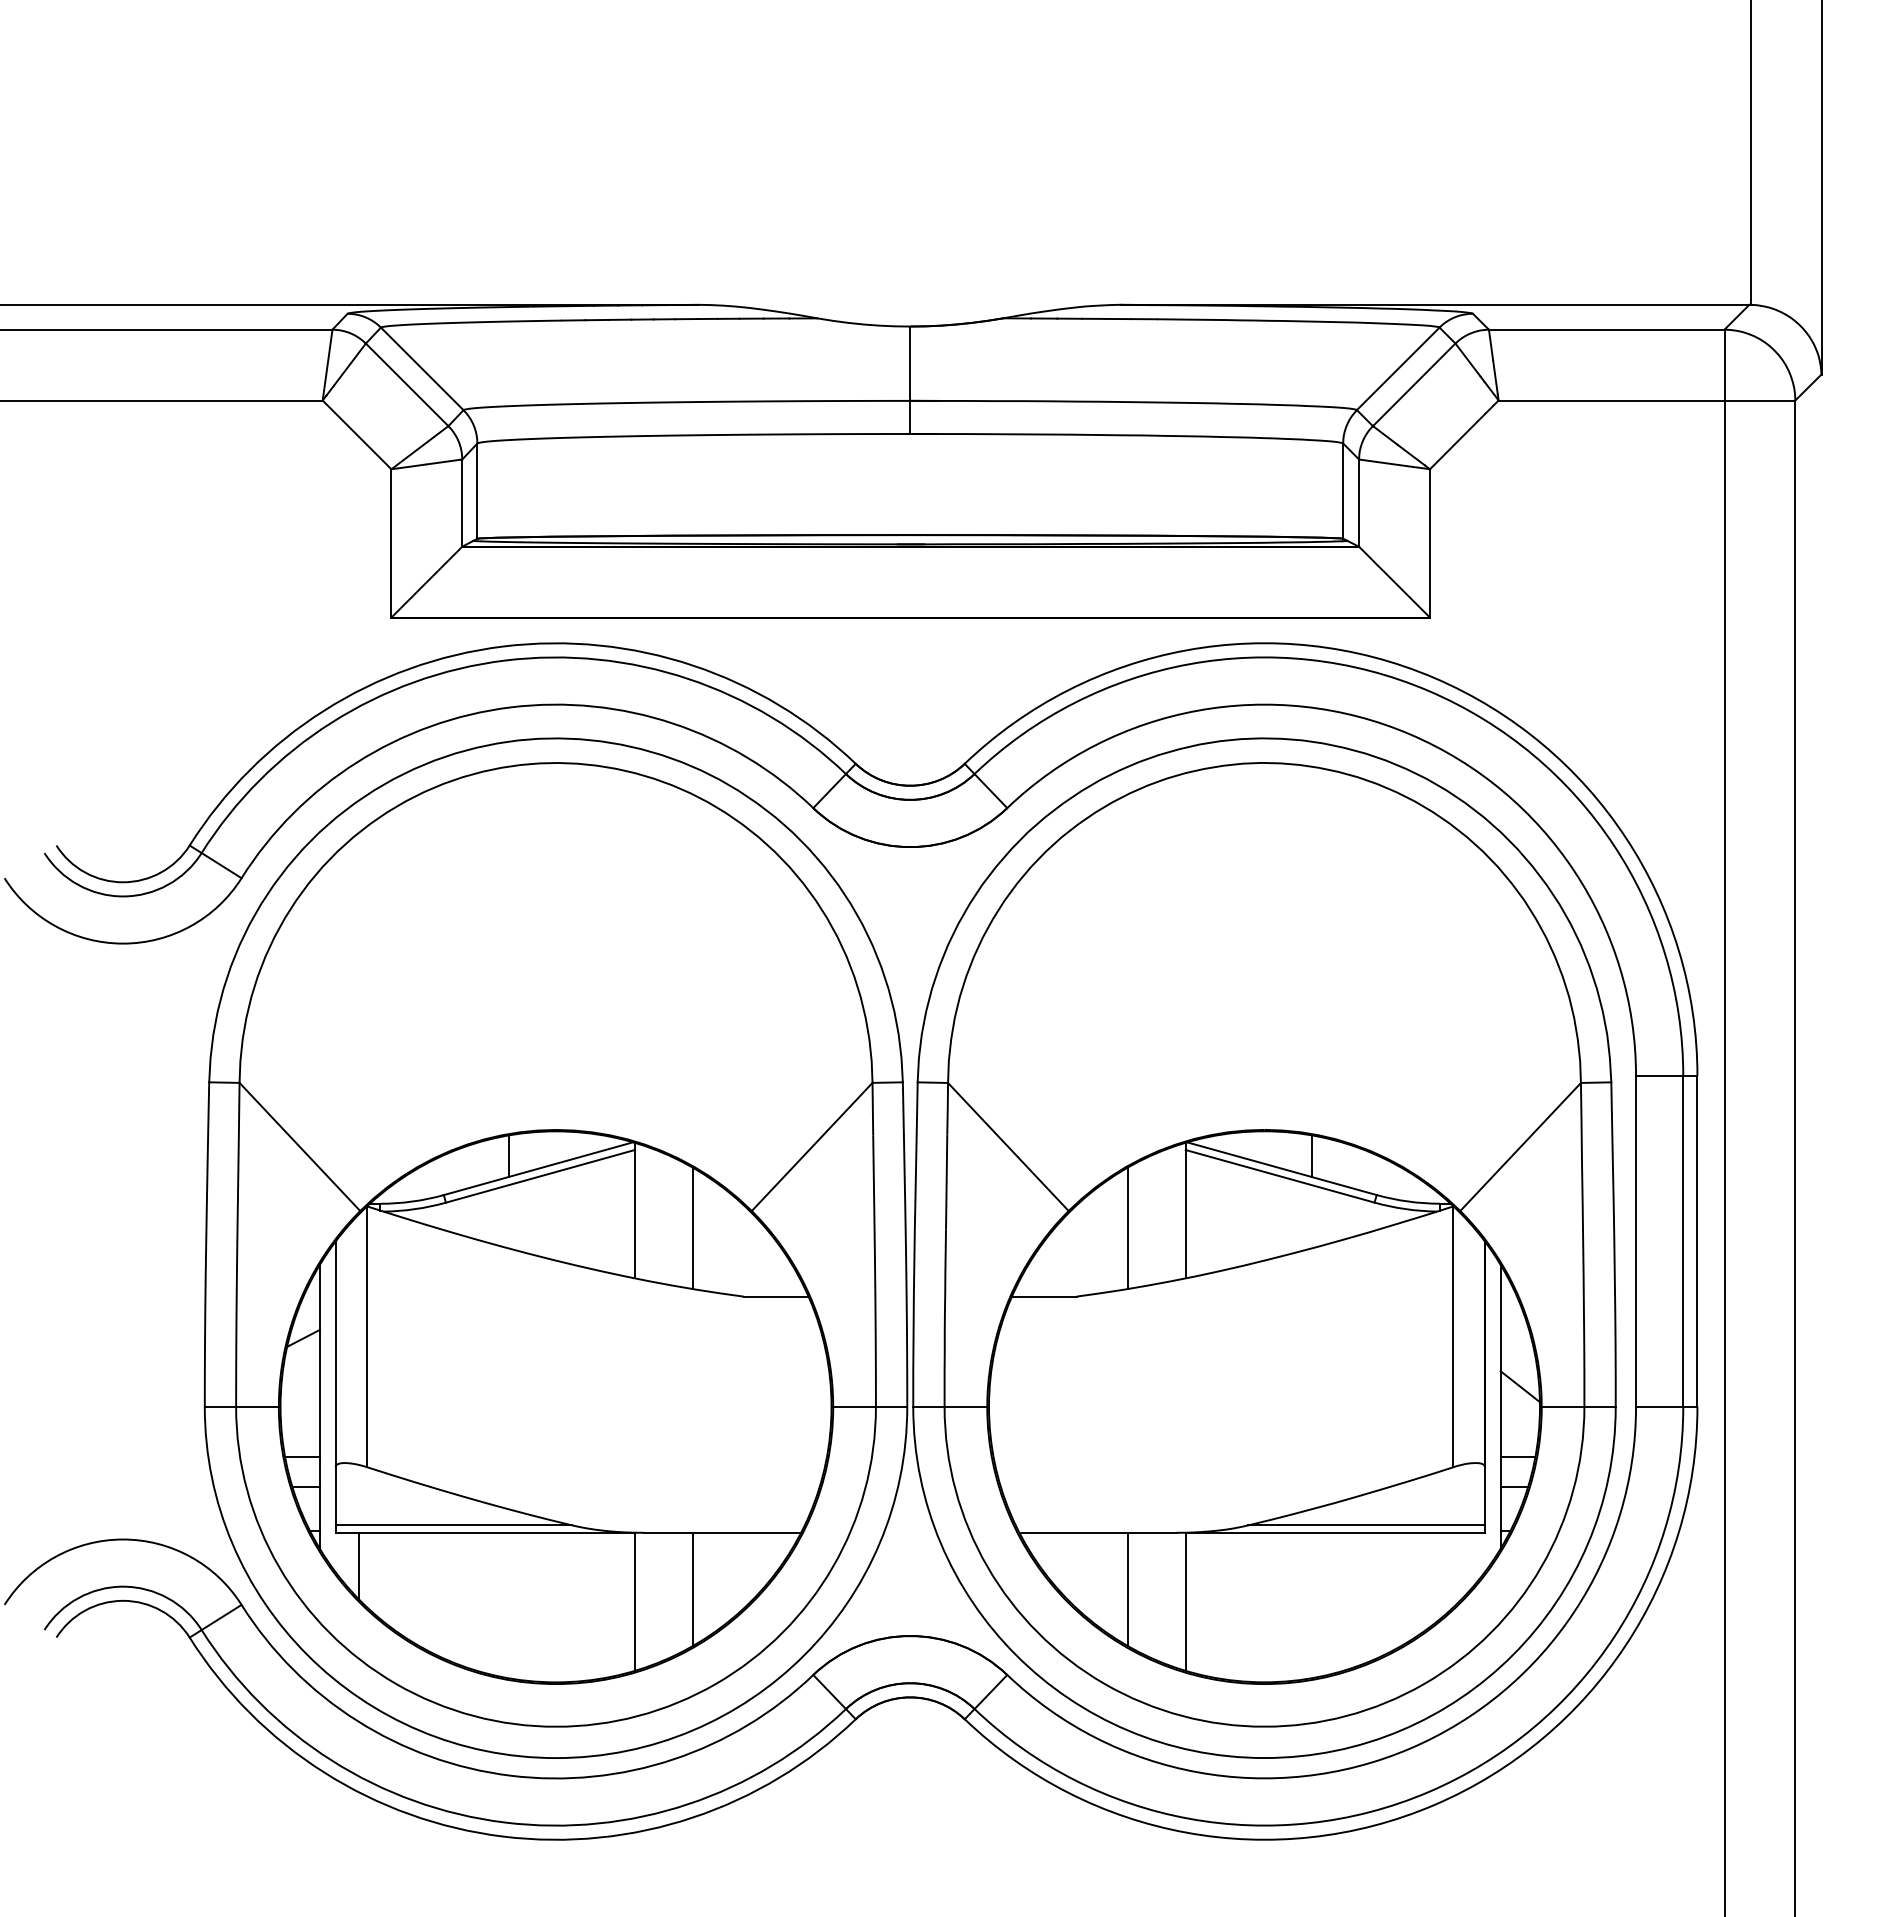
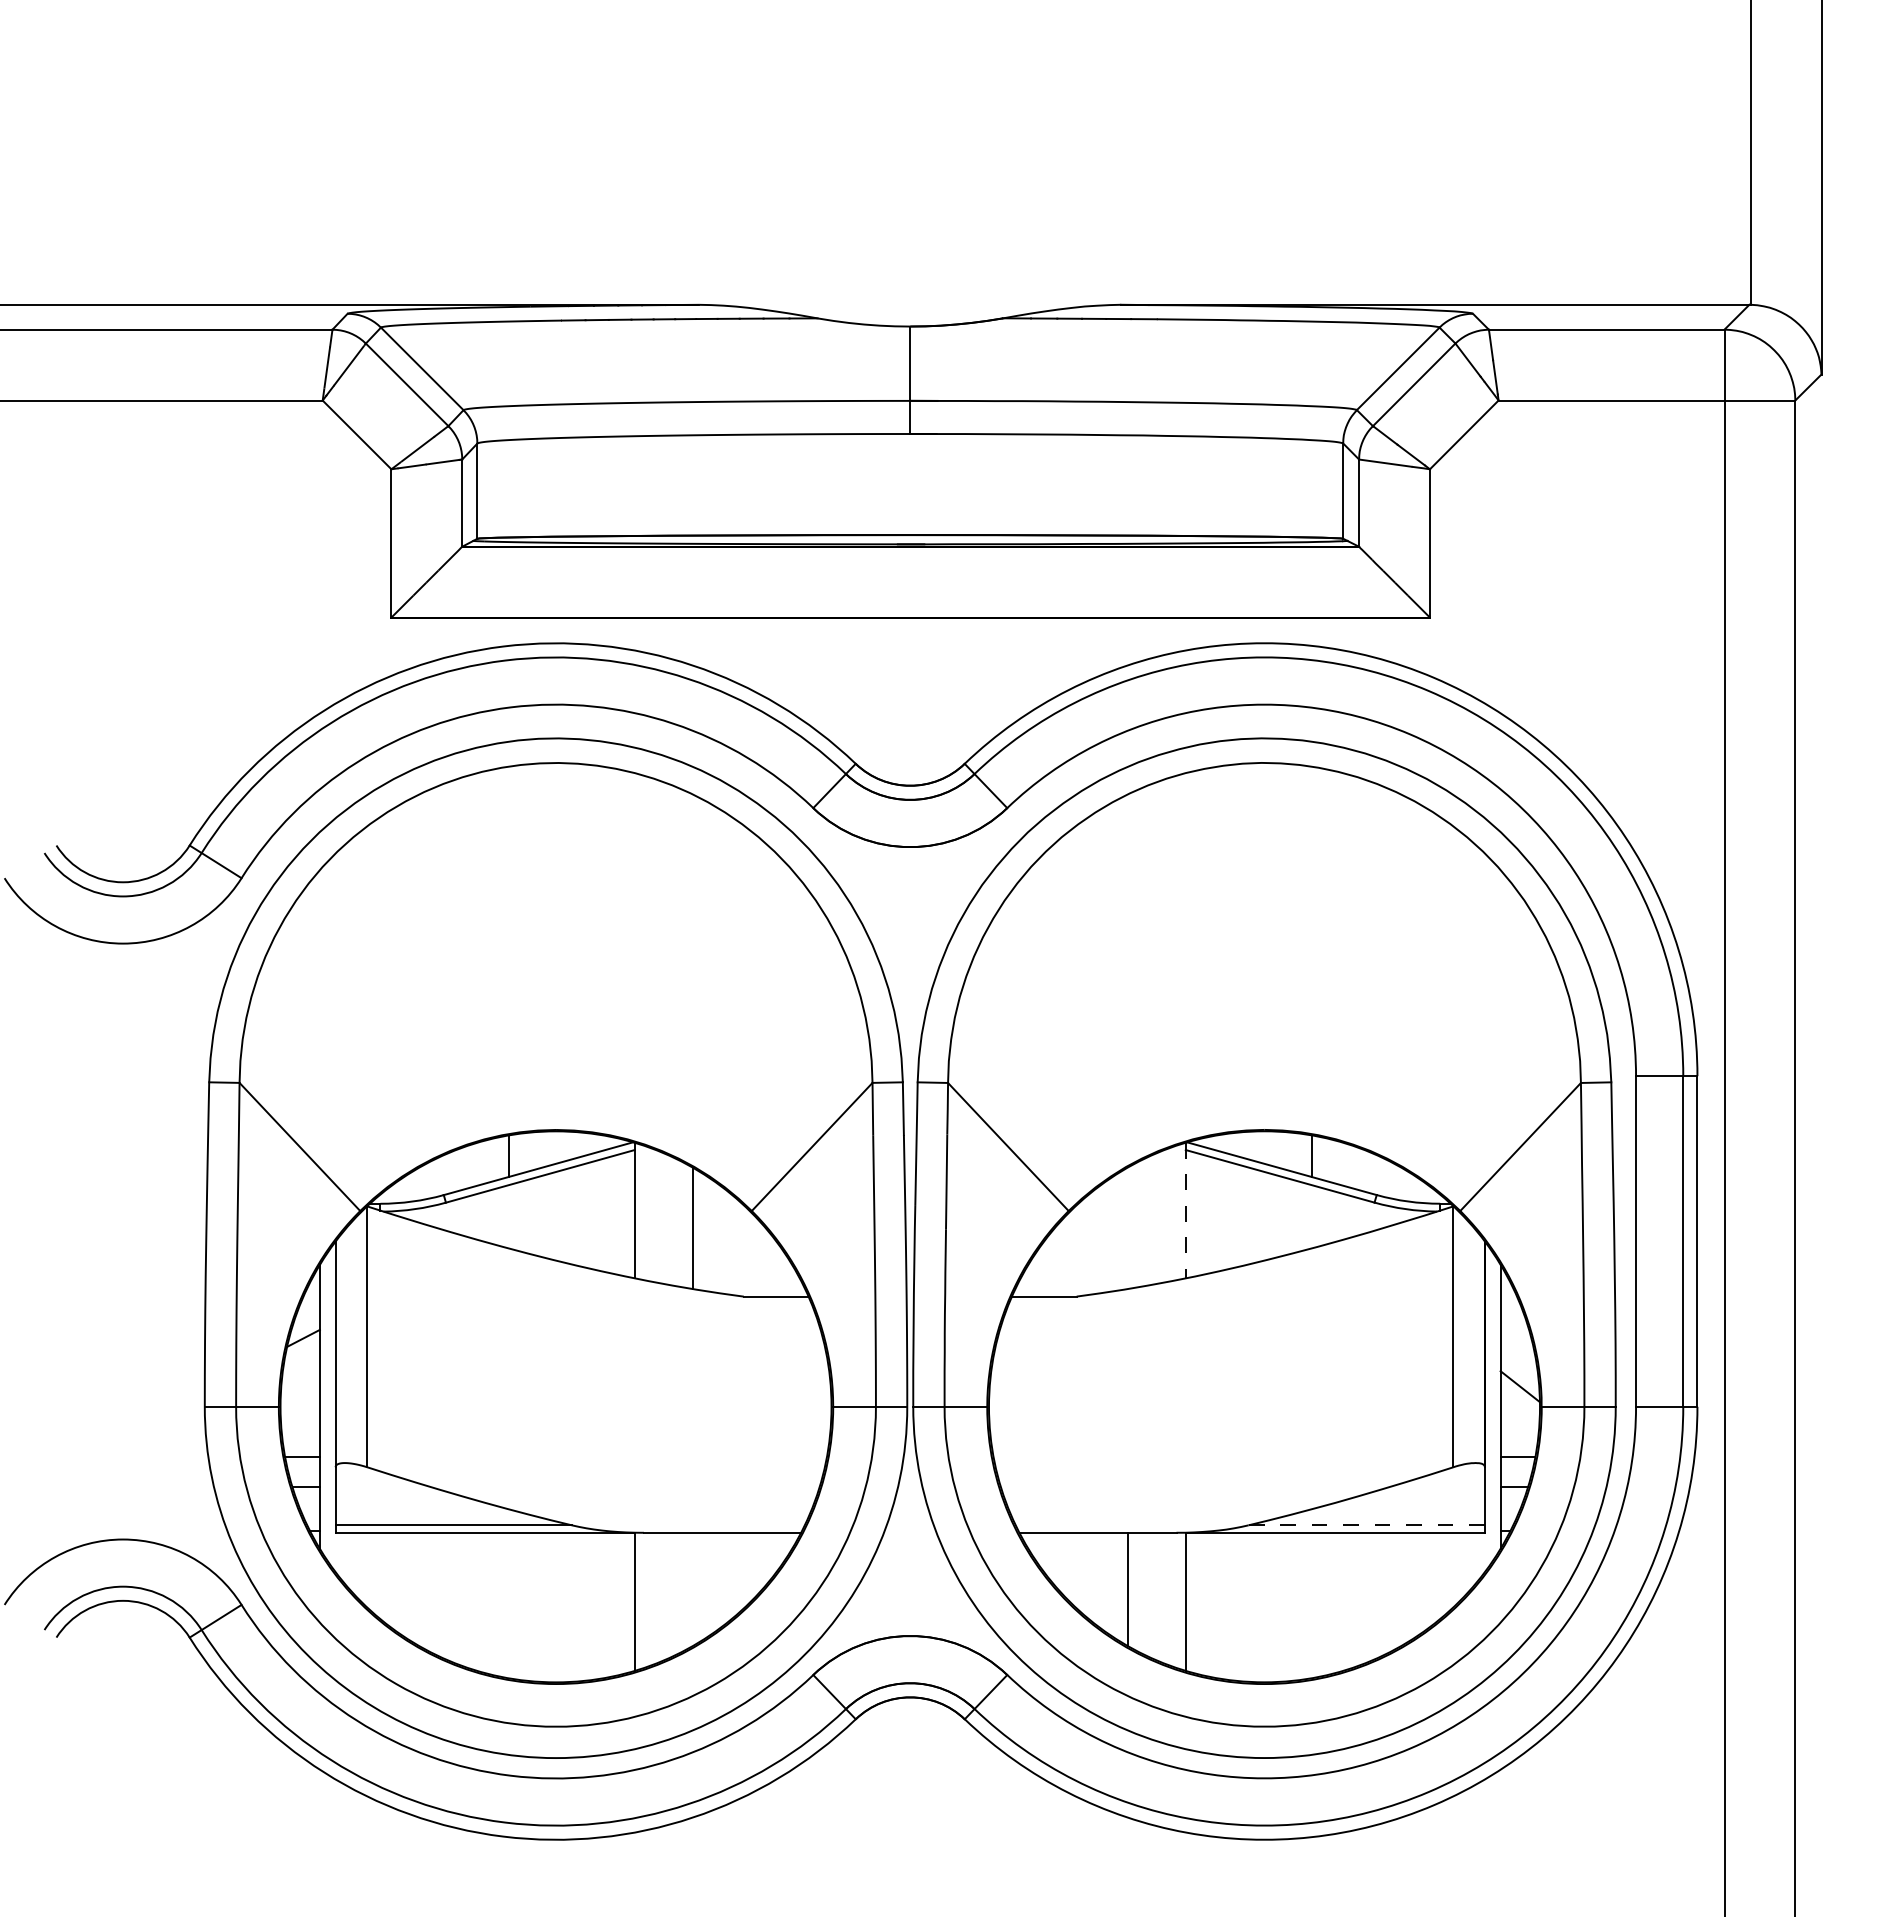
line at (1185, 1210): solid -> dashed
line at (1127, 1228): present -> none
line at (1366, 1525): solid -> dashed
line at (359, 1565): present -> none
line at (692, 1589): present -> none
